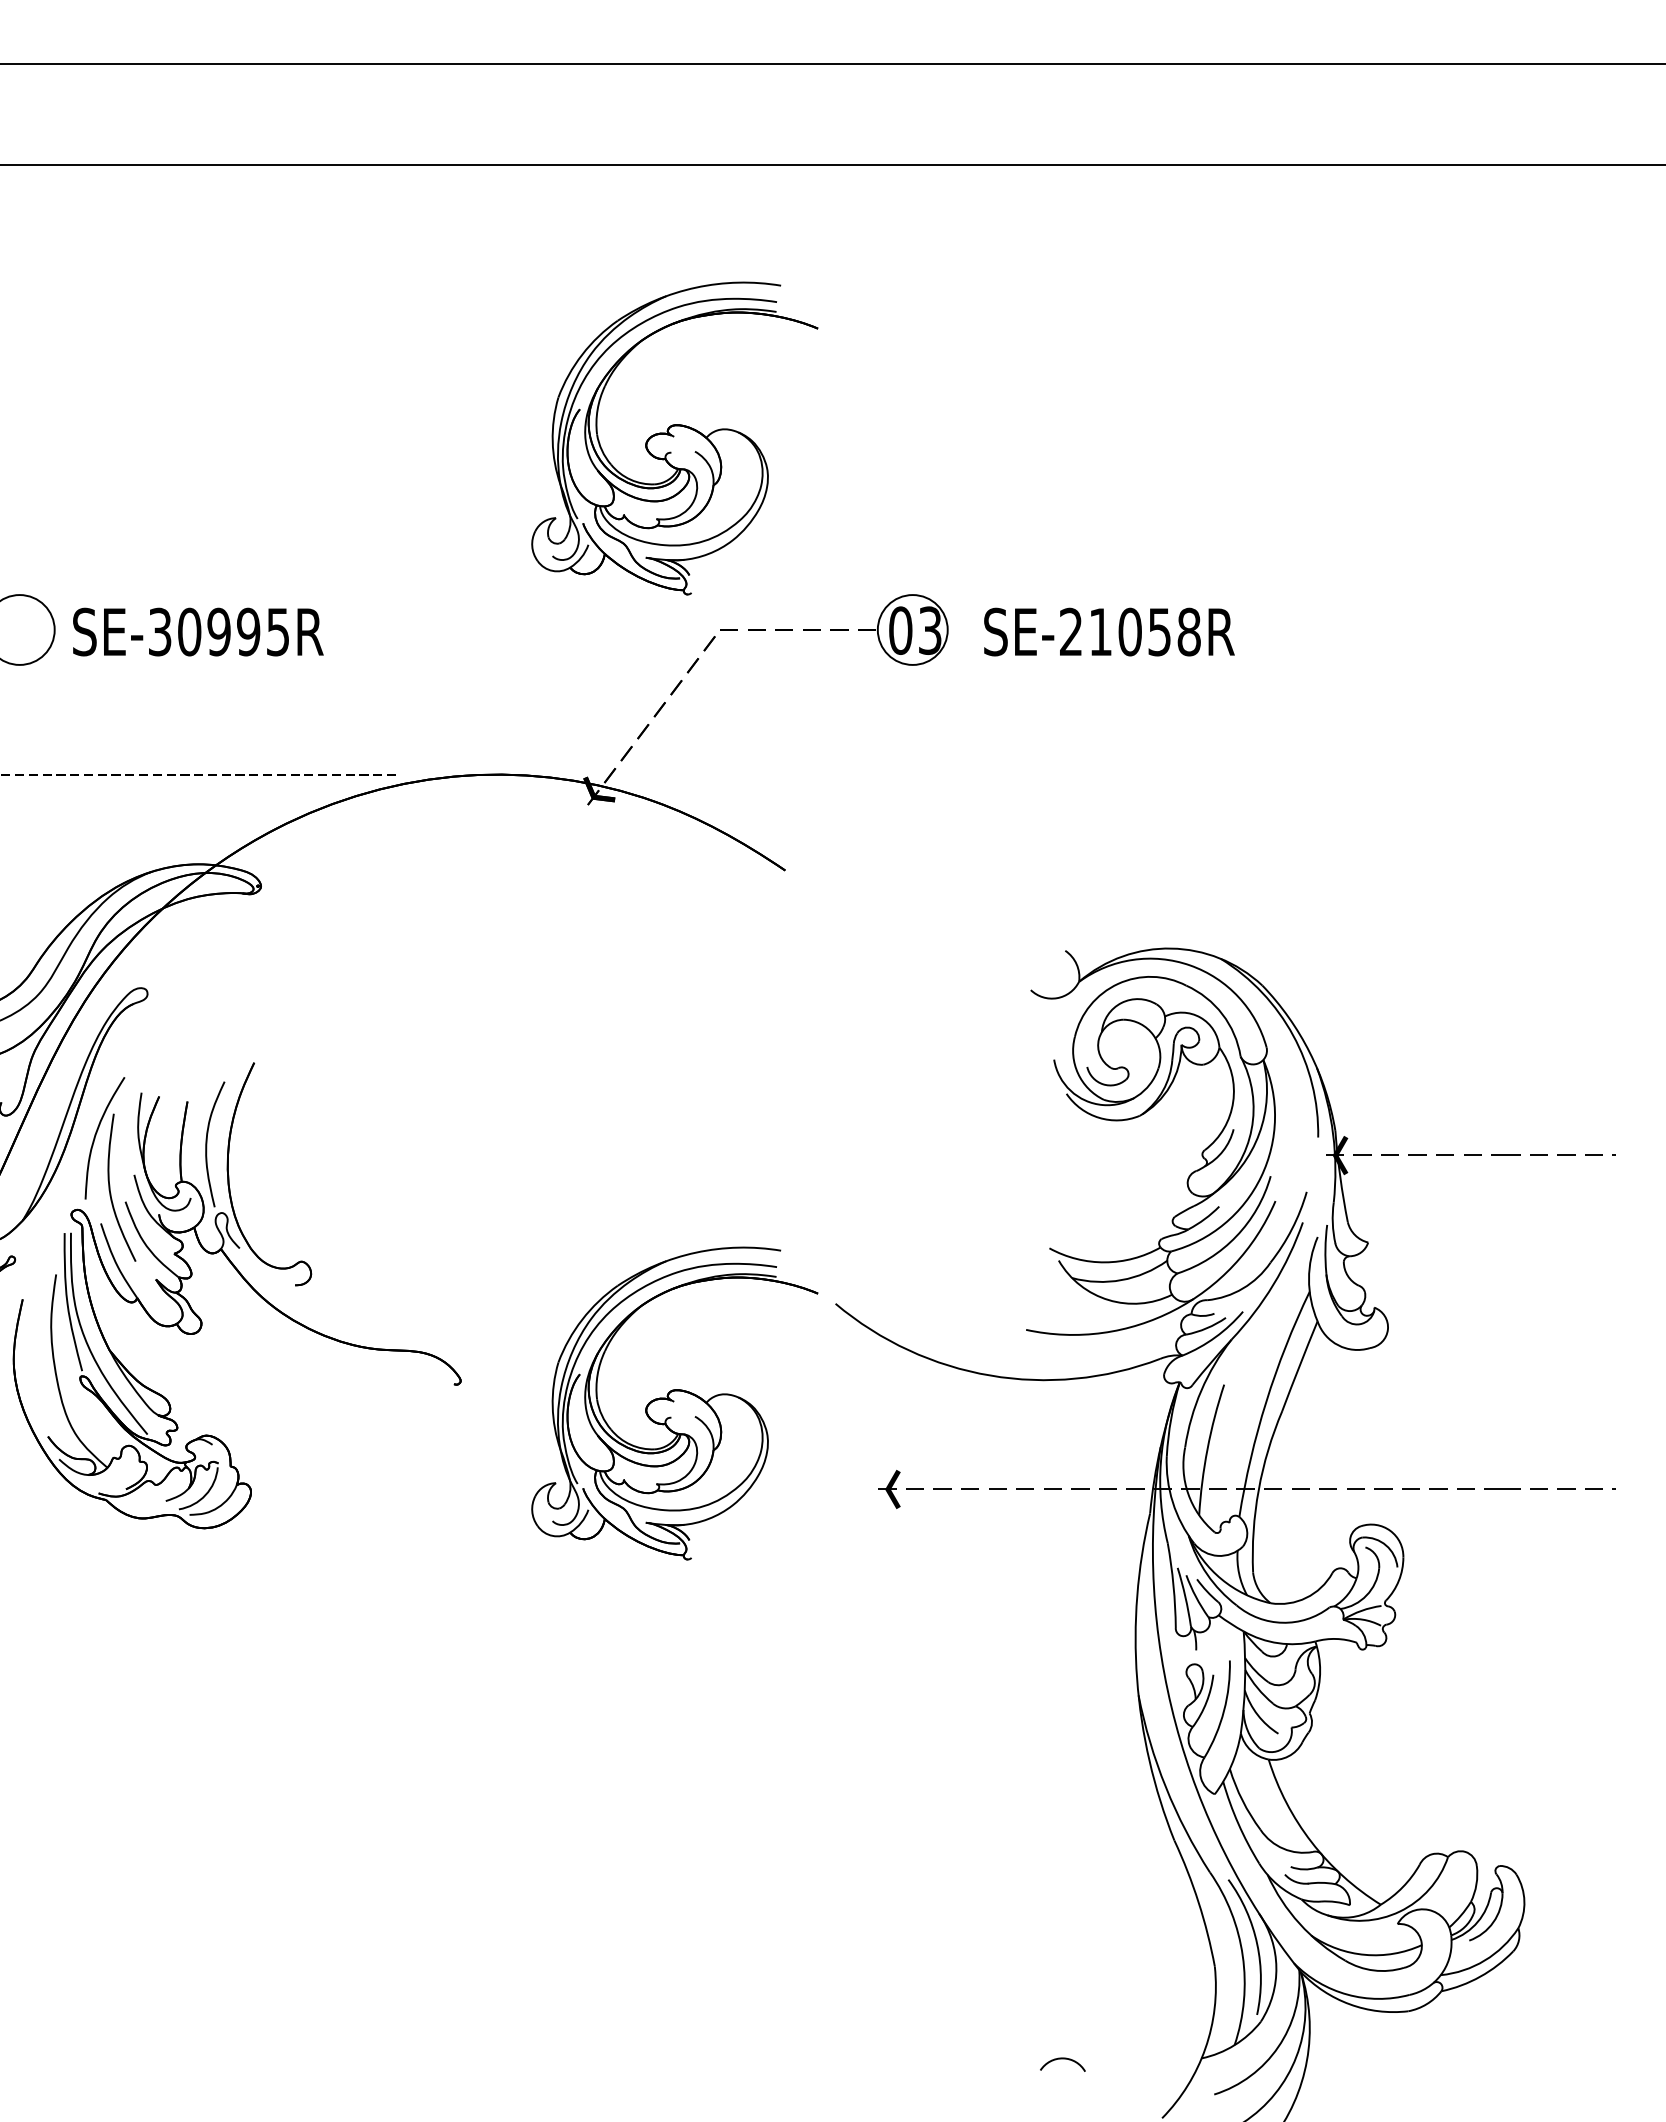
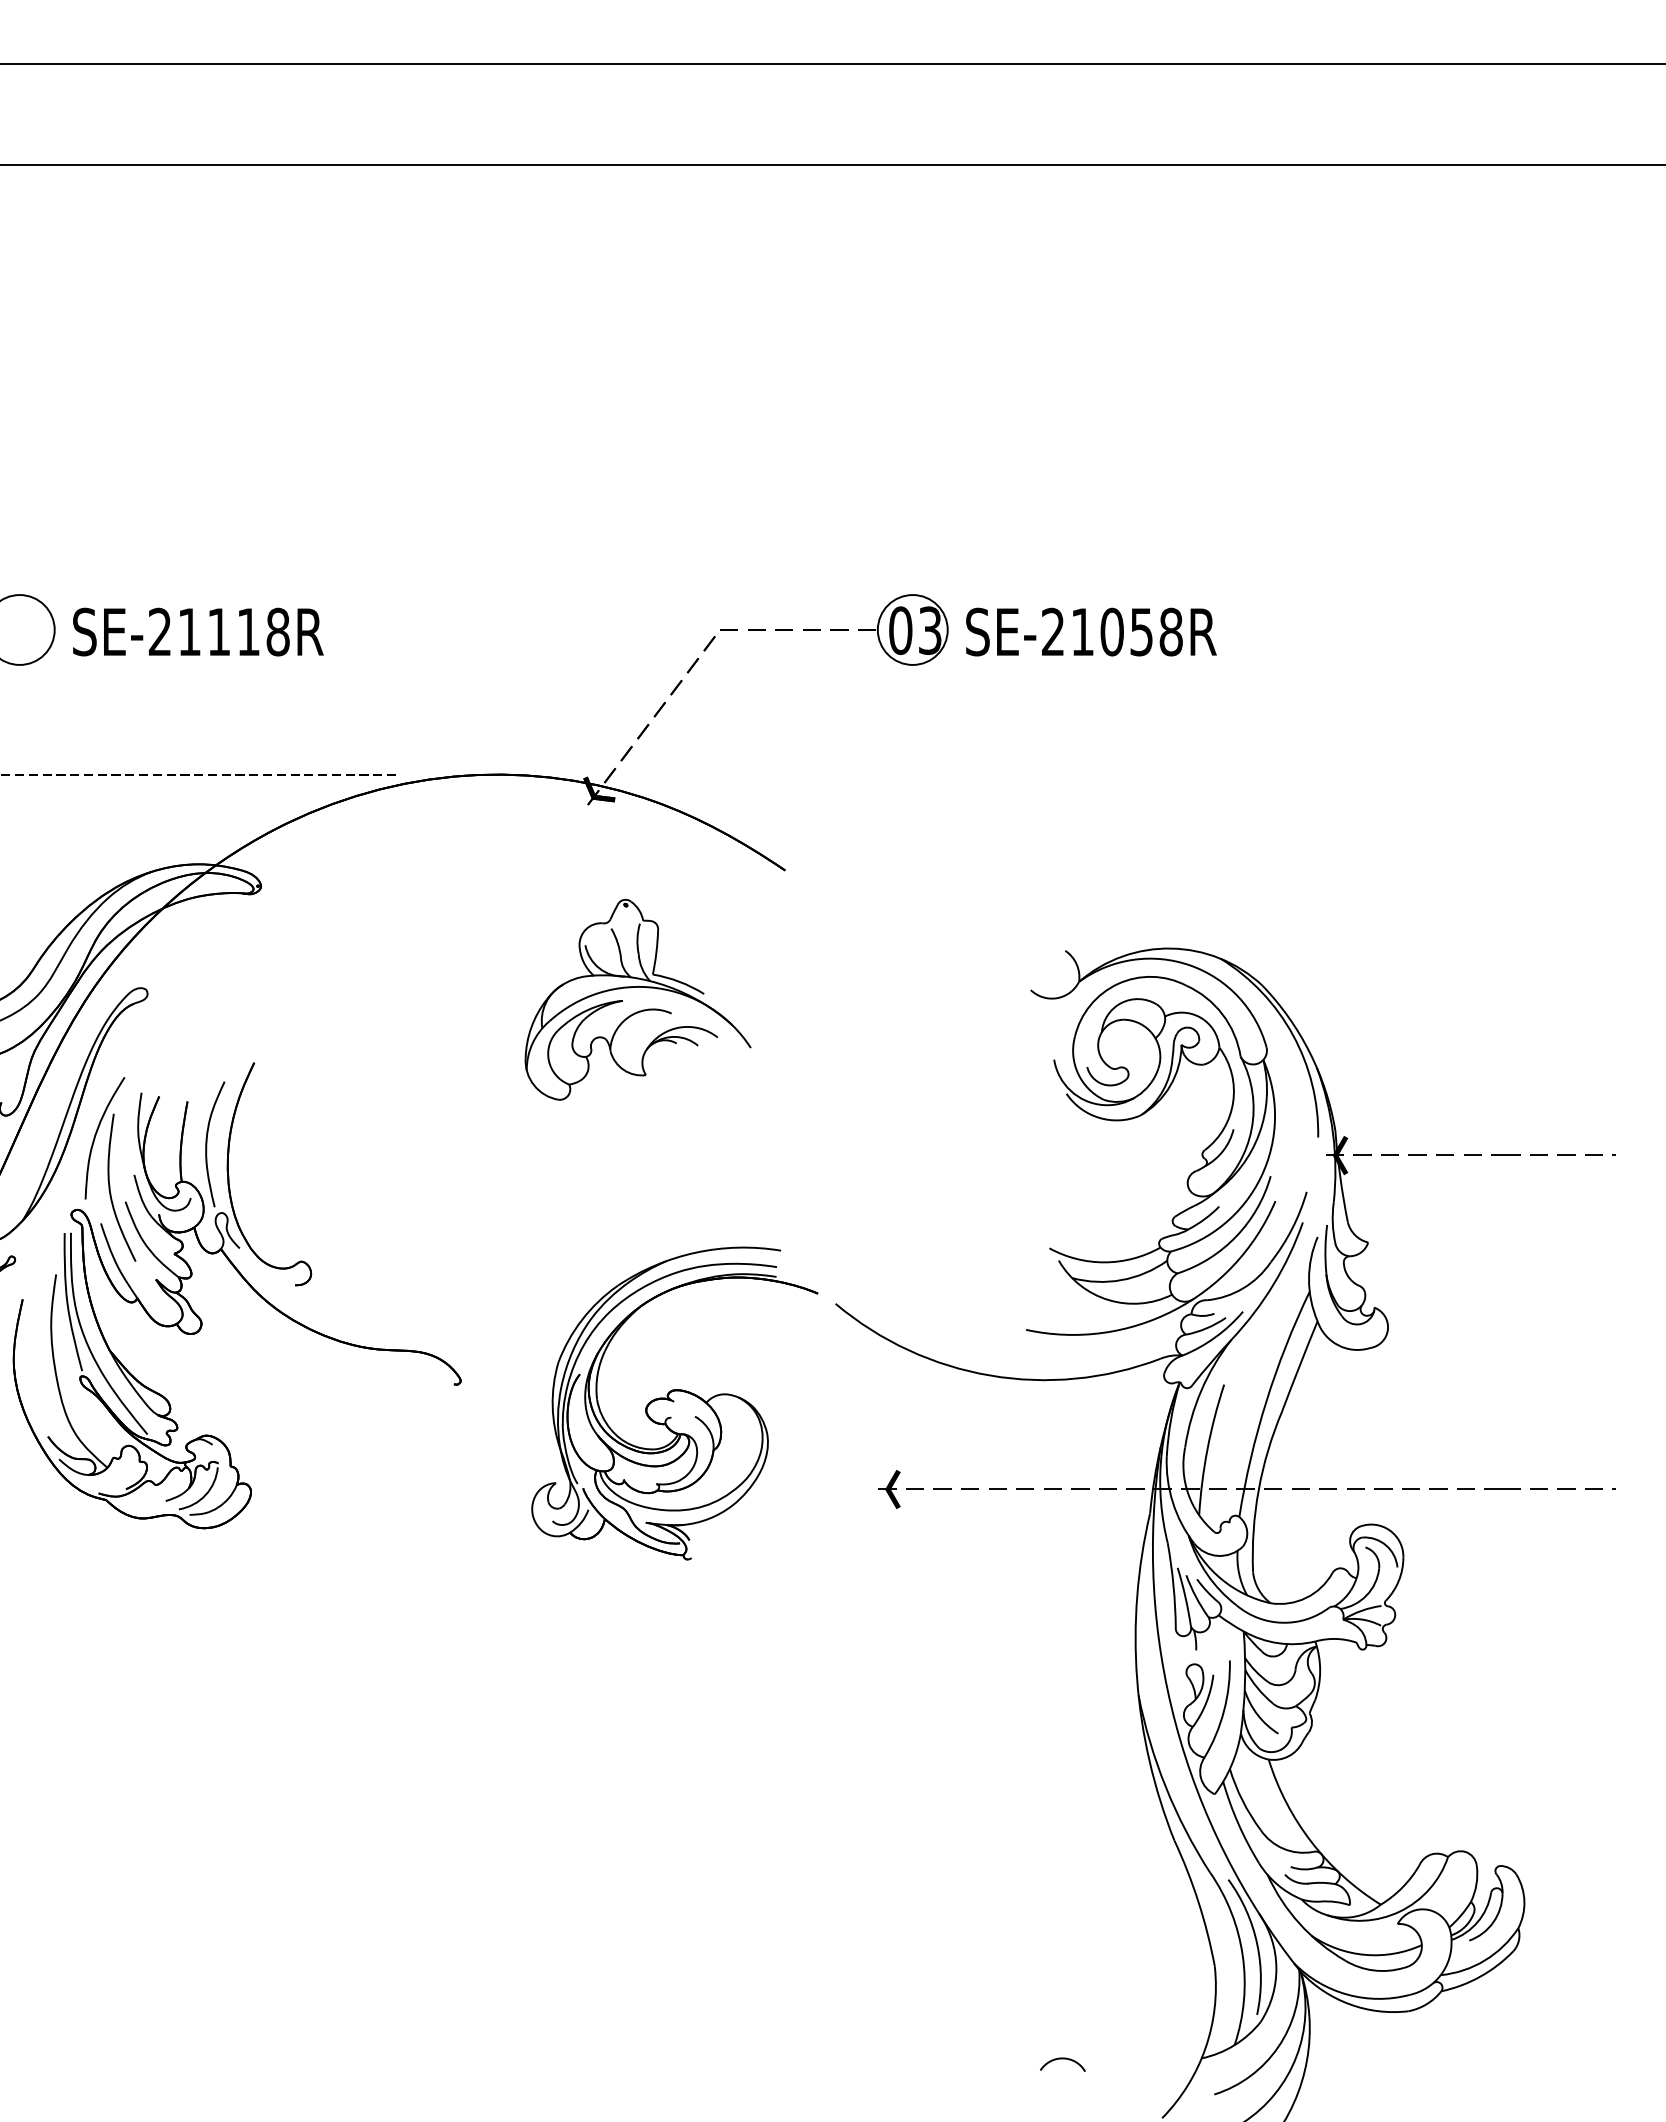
part at (674, 438): present -> none
text at (218, 631): SE-30995R -> SE-21118R
text at (1109, 631) position: (1109, 631) -> (1091, 631)
part at (639, 1010): none -> present
